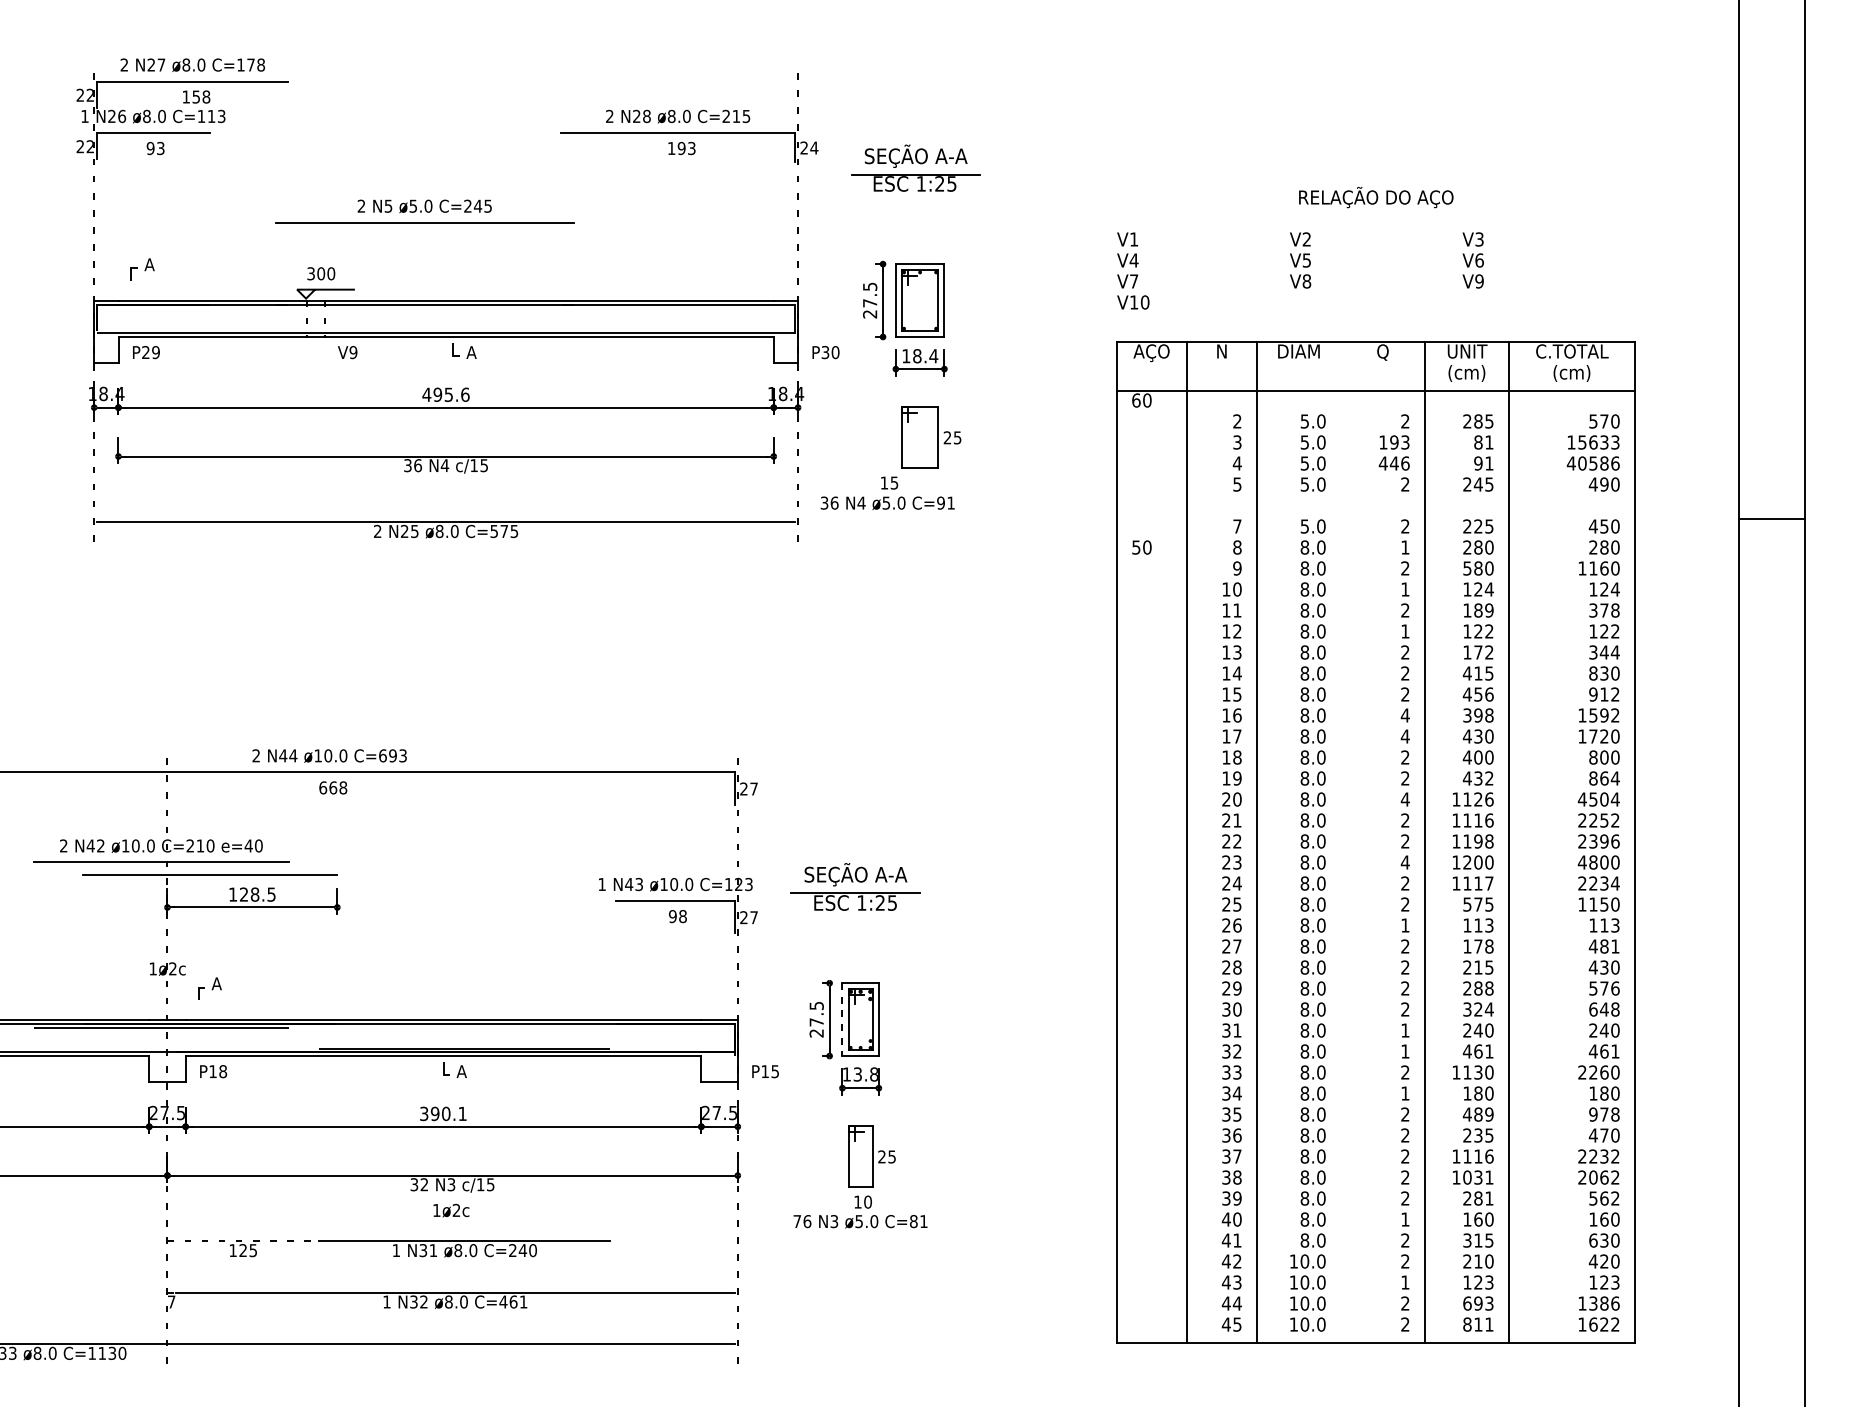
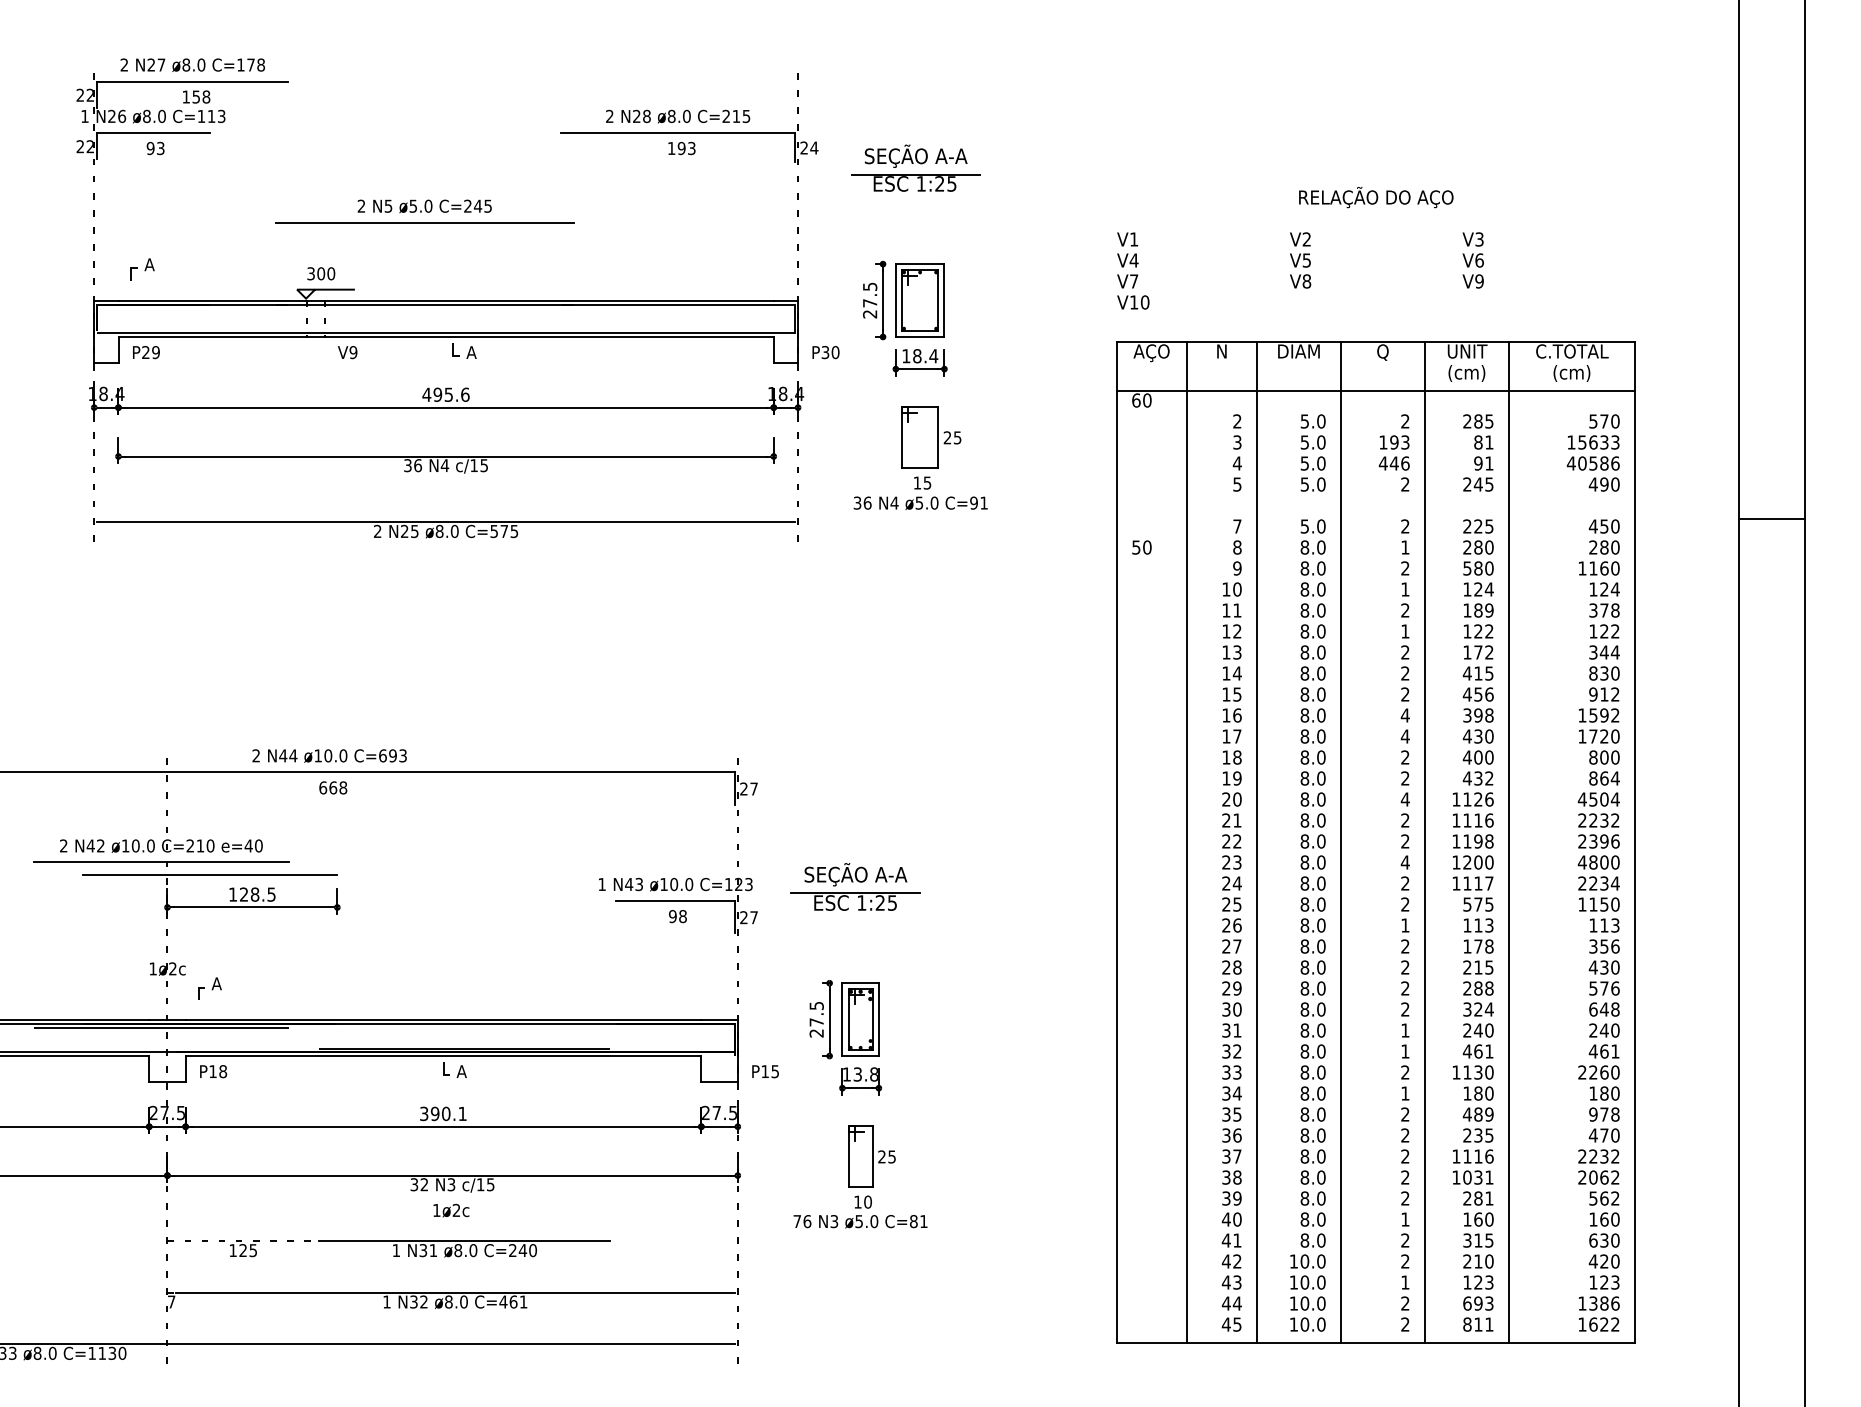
text at (887, 492) position: (887, 492) -> (920, 492)
text at (1604, 819): 2252 -> 2232
line at (1340, 841): none -> present
text at (1603, 946): 481 -> 356
line at (842, 1020): dashed -> solid
